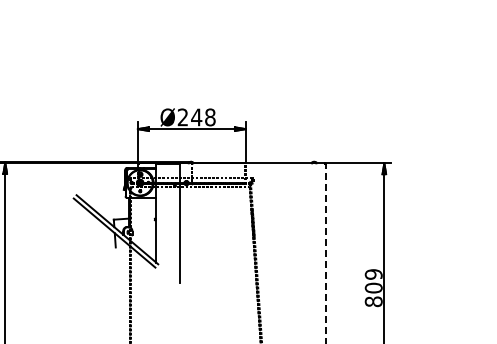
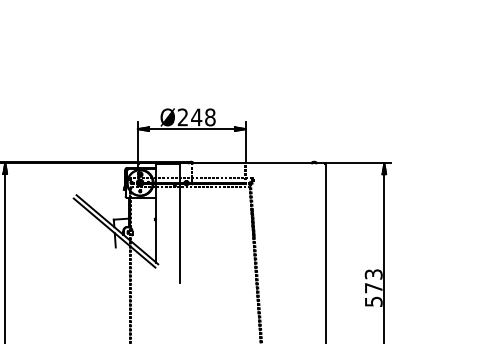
line at (325, 253): dashed -> solid
text at (373, 288): 809 -> 573
